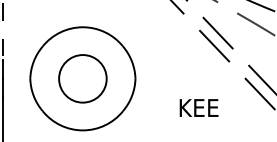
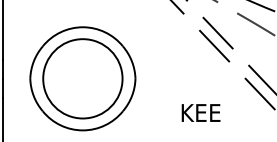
line at (2, 30): dashed -> solid
circle at (82, 78) diameter: 48 px -> 79 px
text at (198, 107) position: (198, 107) -> (200, 112)
